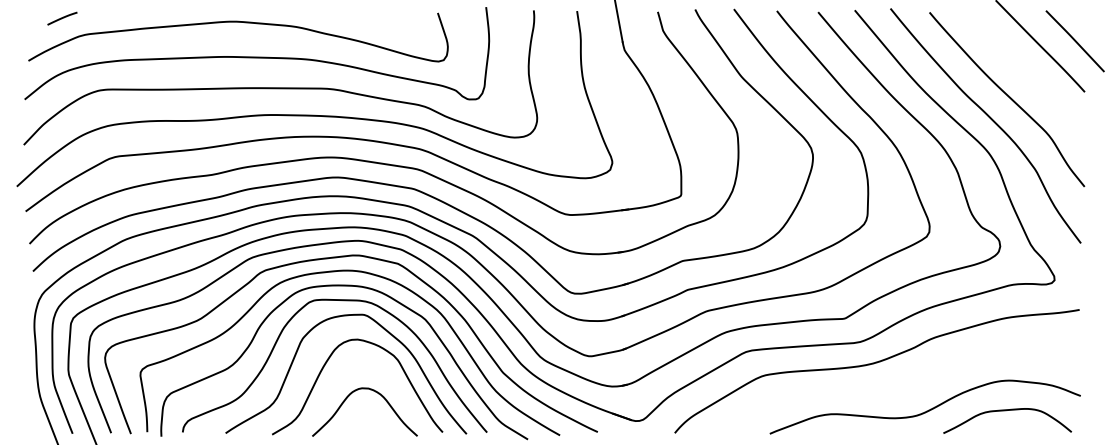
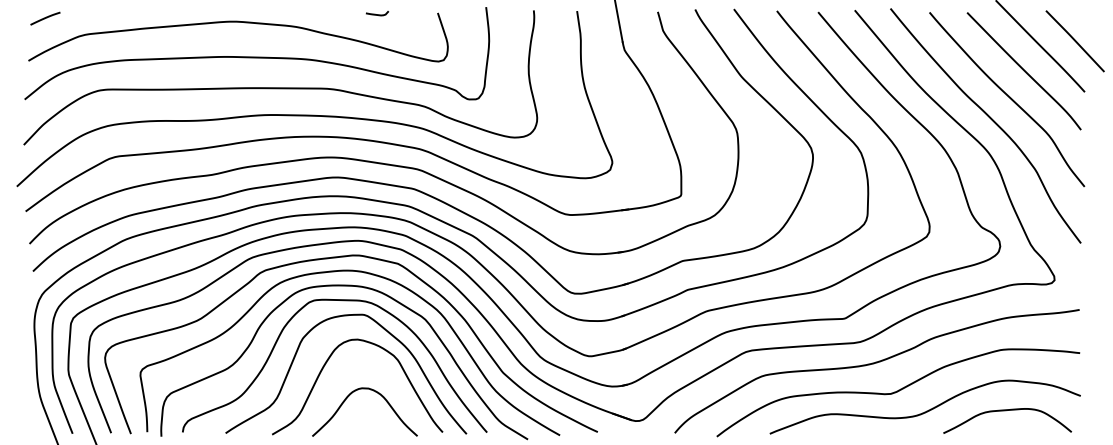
curve at (377, 14): none -> present
line at (62, 18) position: (62, 18) -> (45, 18)
curve at (1023, 71): none -> present
curve at (898, 391): none -> present
